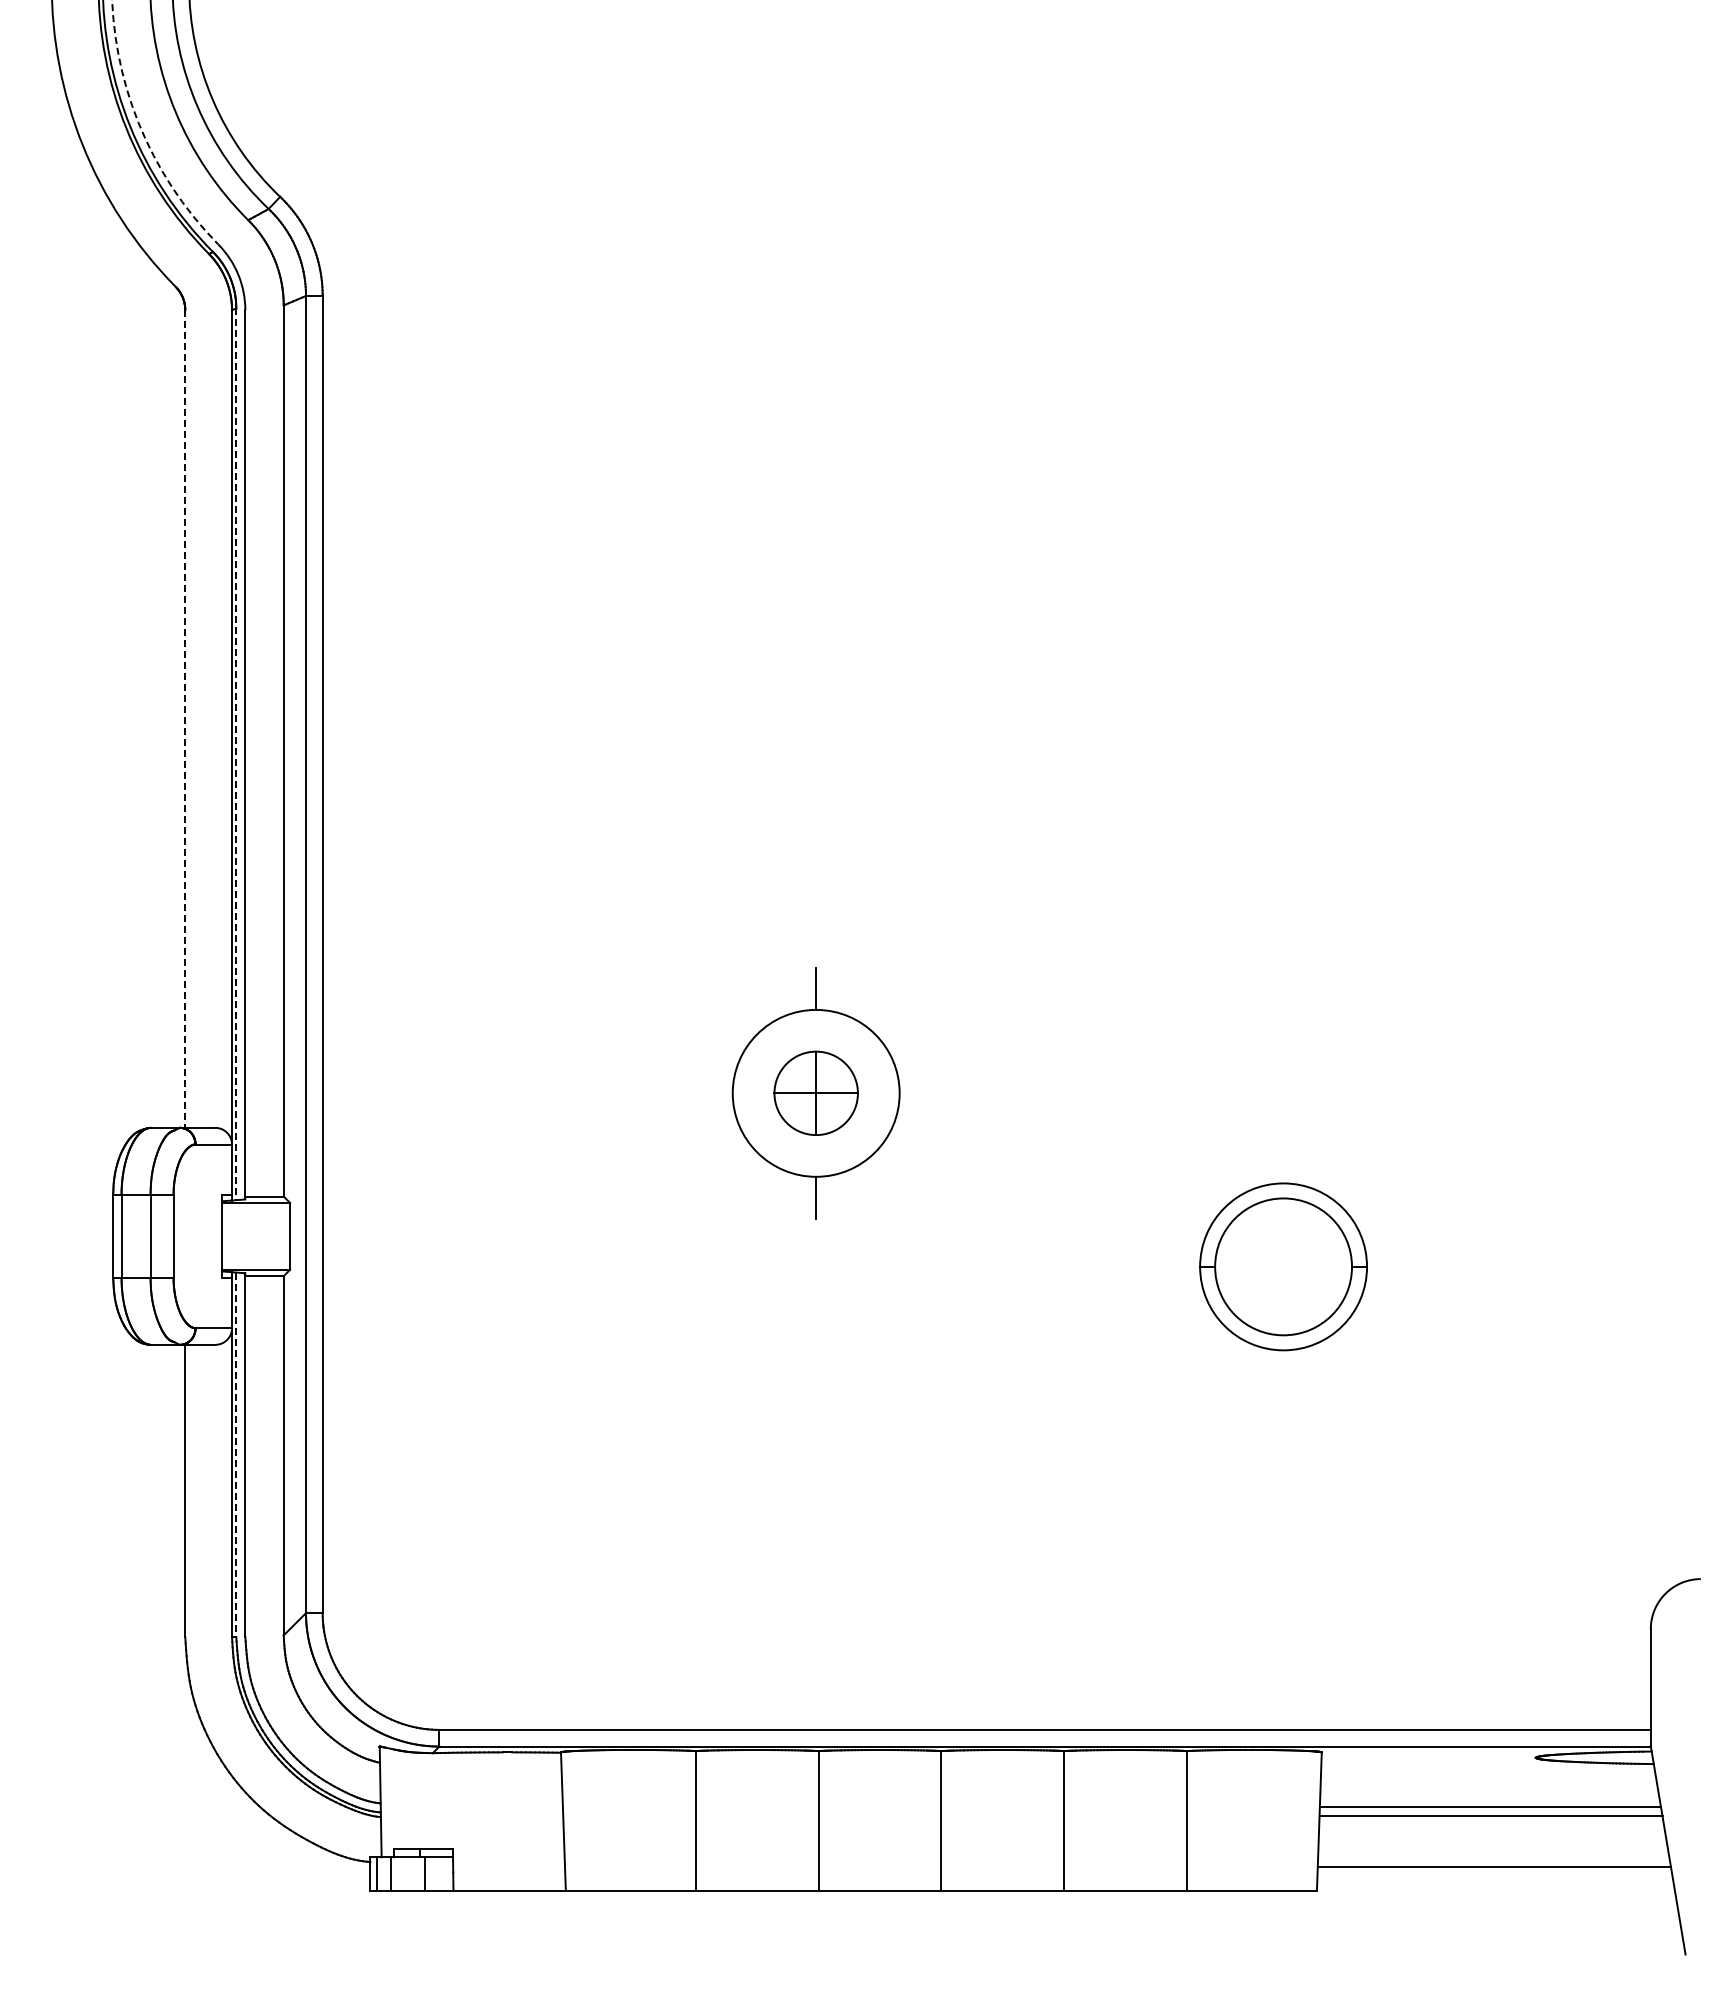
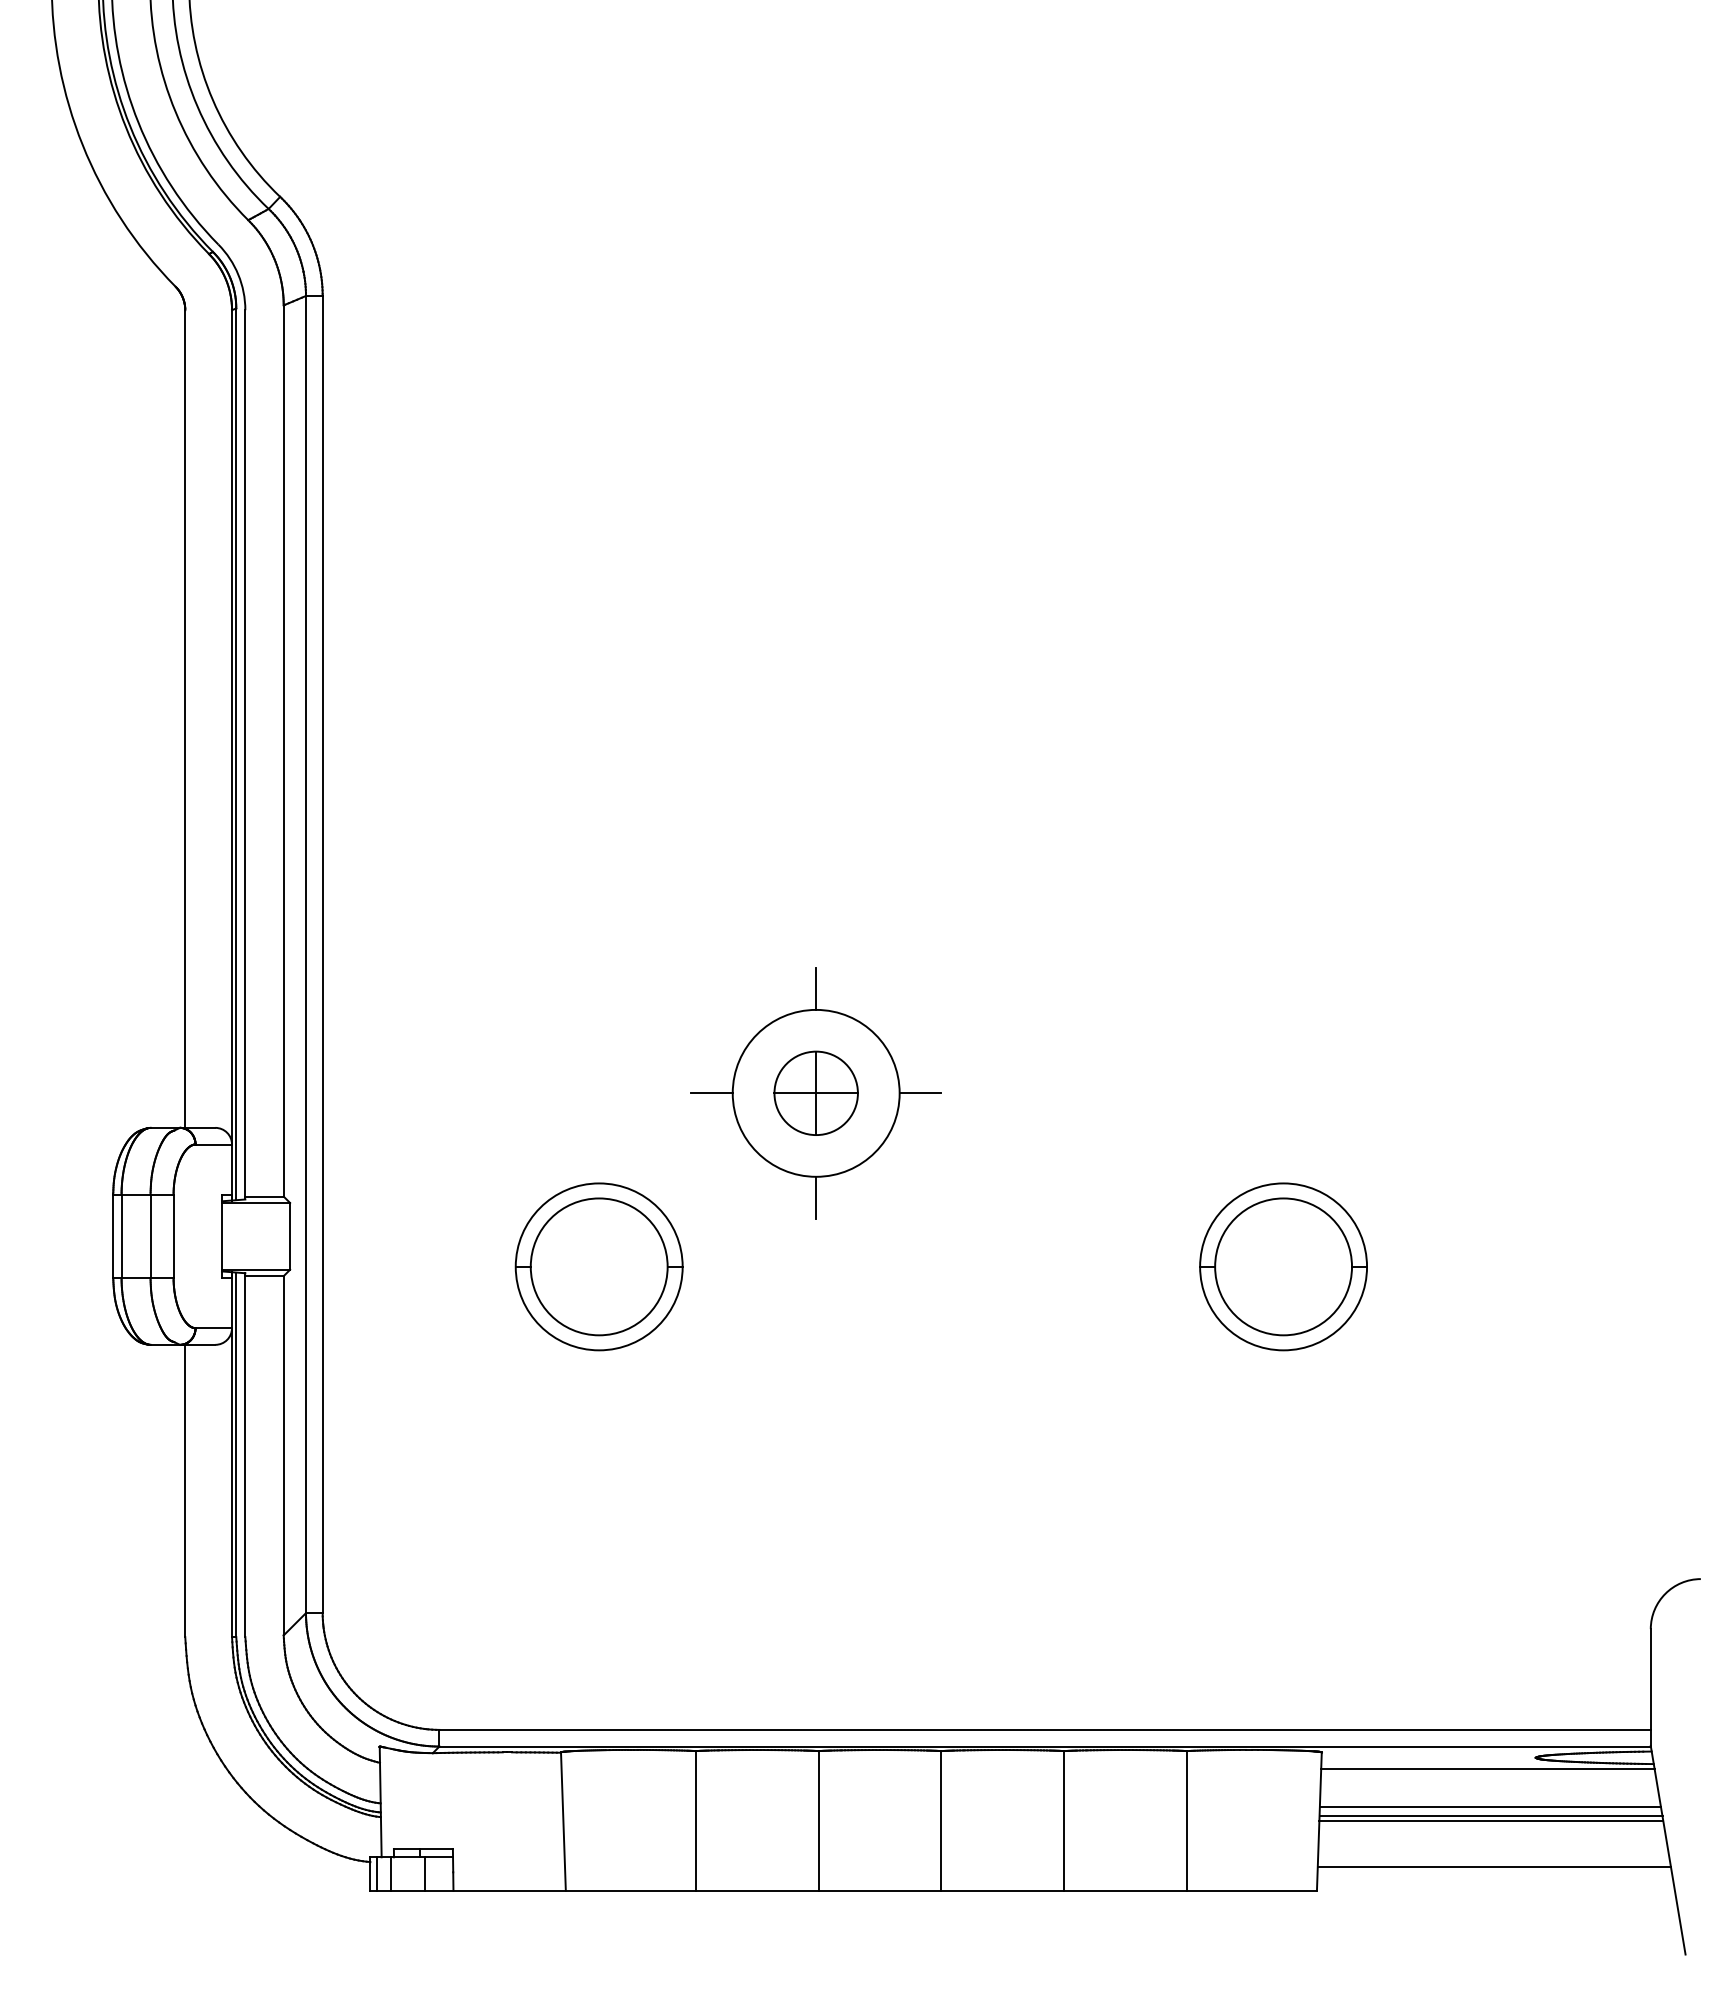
arc at (142, 132): dashed -> solid
line at (185, 719): dashed -> solid
line at (236, 754): dashed -> solid
line at (711, 1093): none -> present
line at (920, 1093): none -> present
part at (598, 1266): none -> present
line at (236, 1455): dashed -> solid
line at (1487, 1768): none -> present
line at (1491, 1820): none -> present
